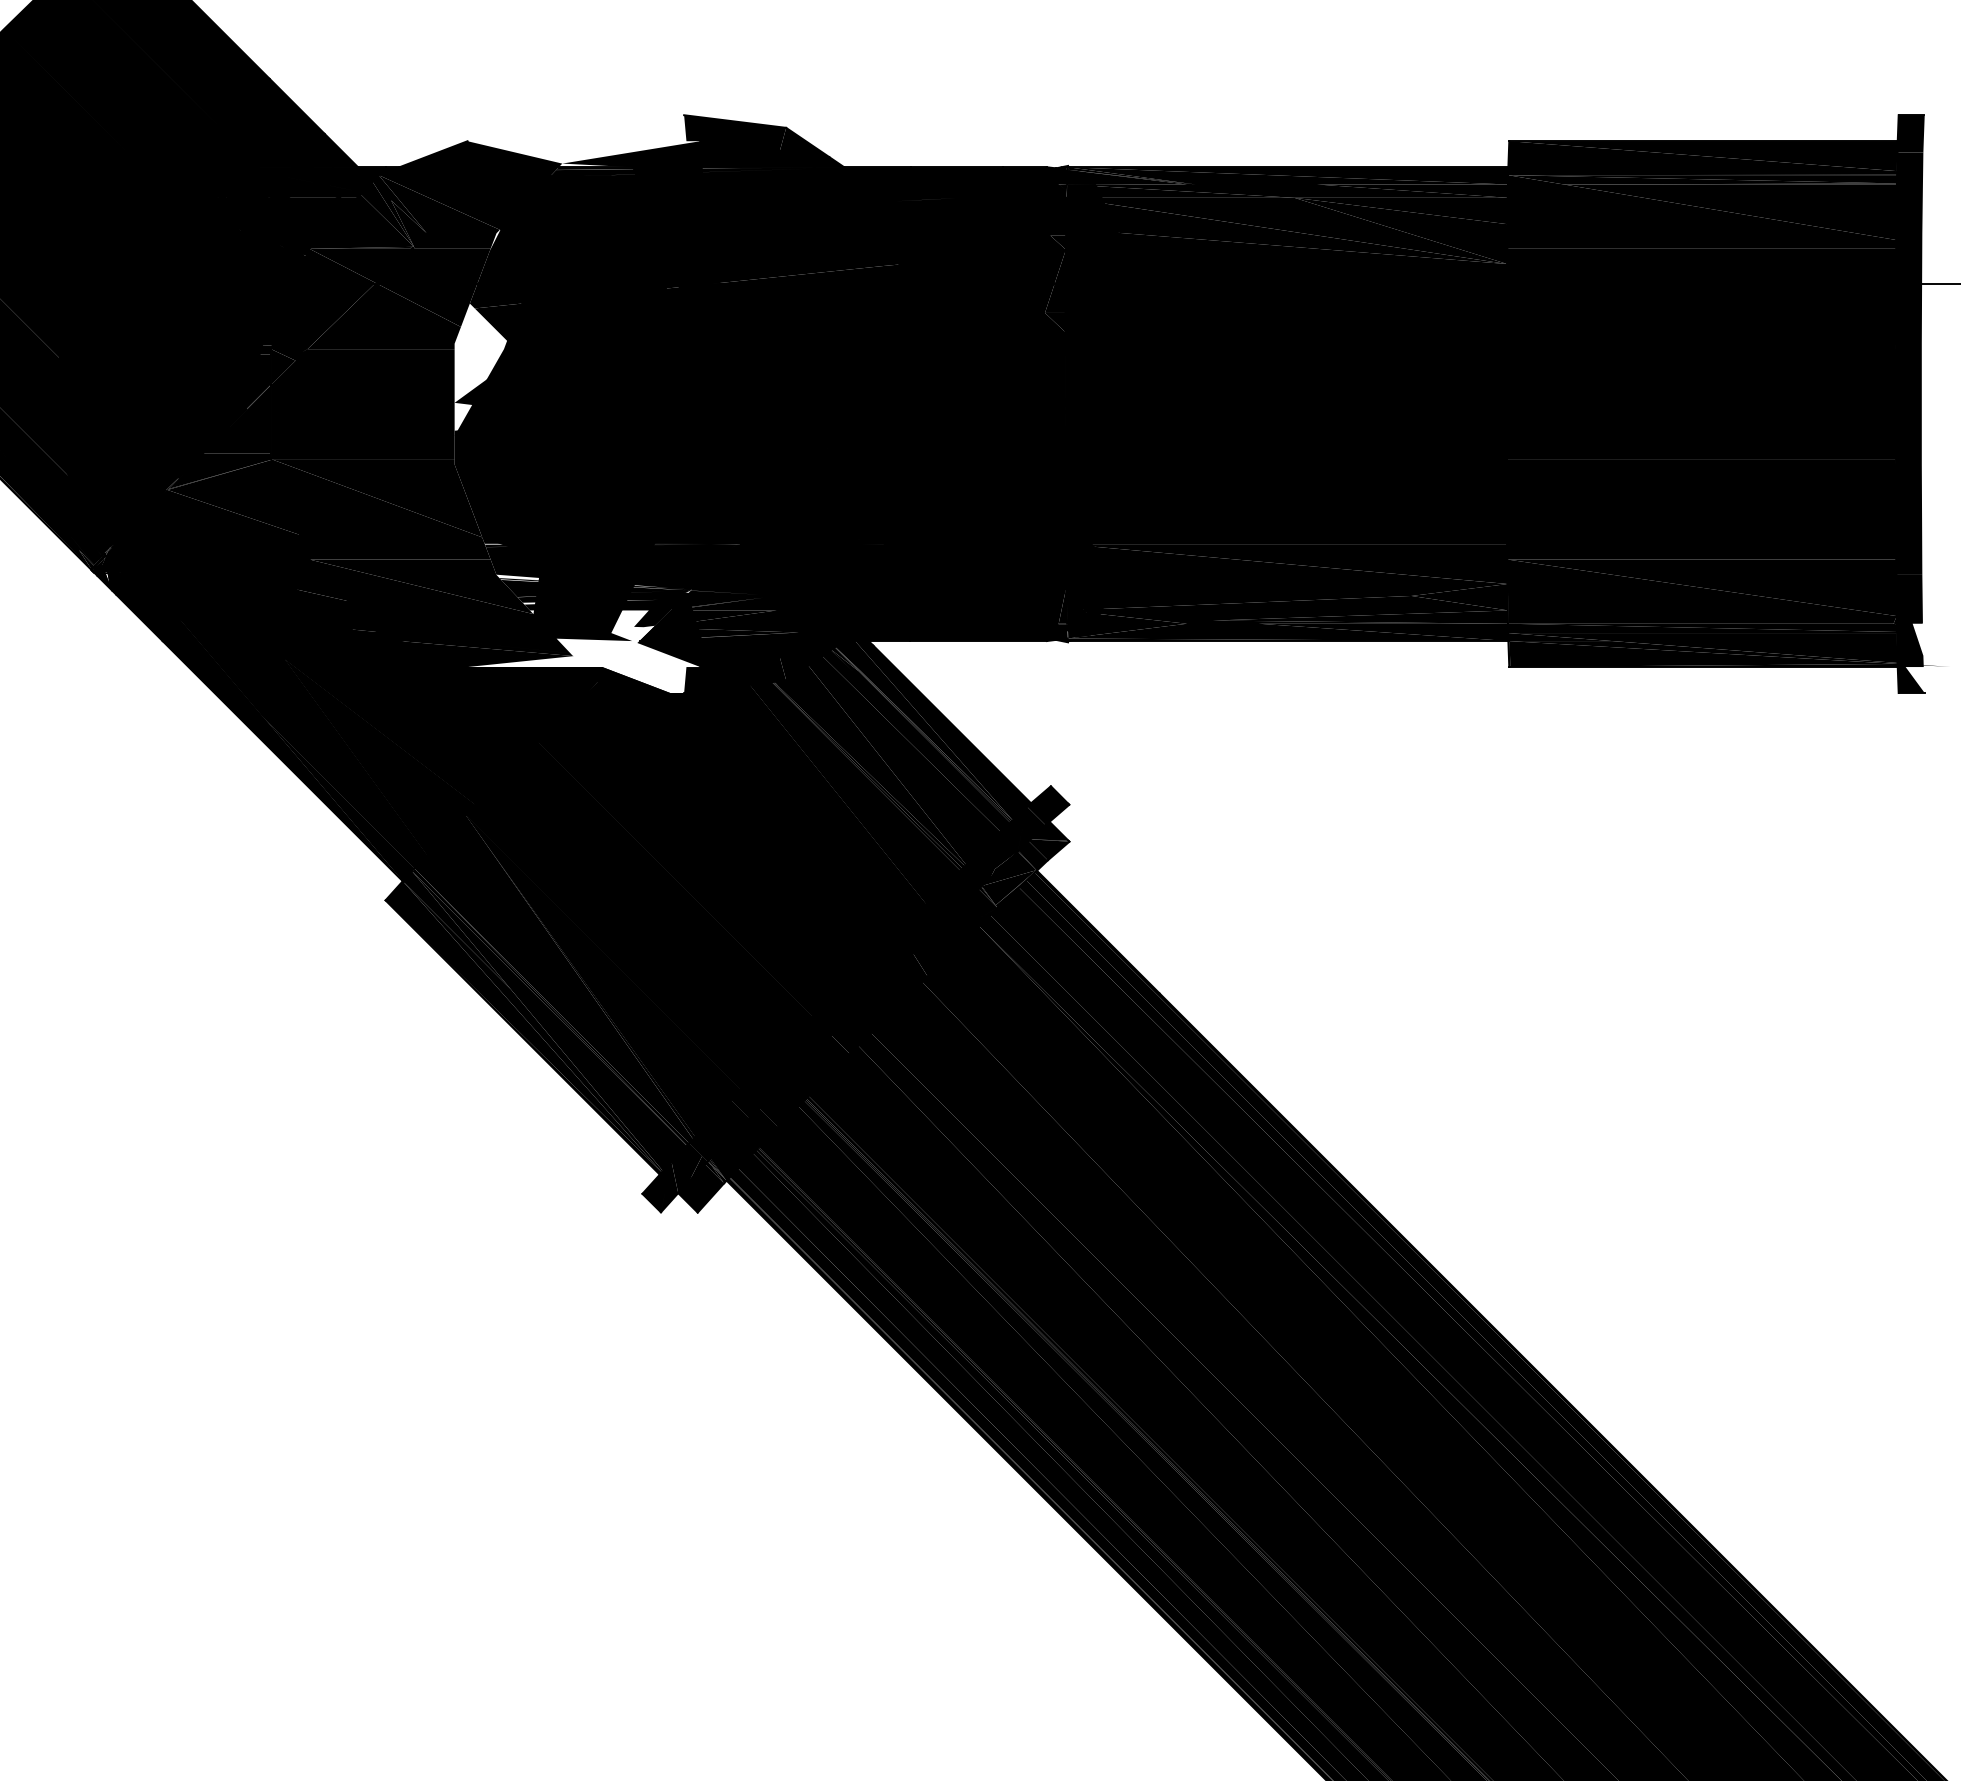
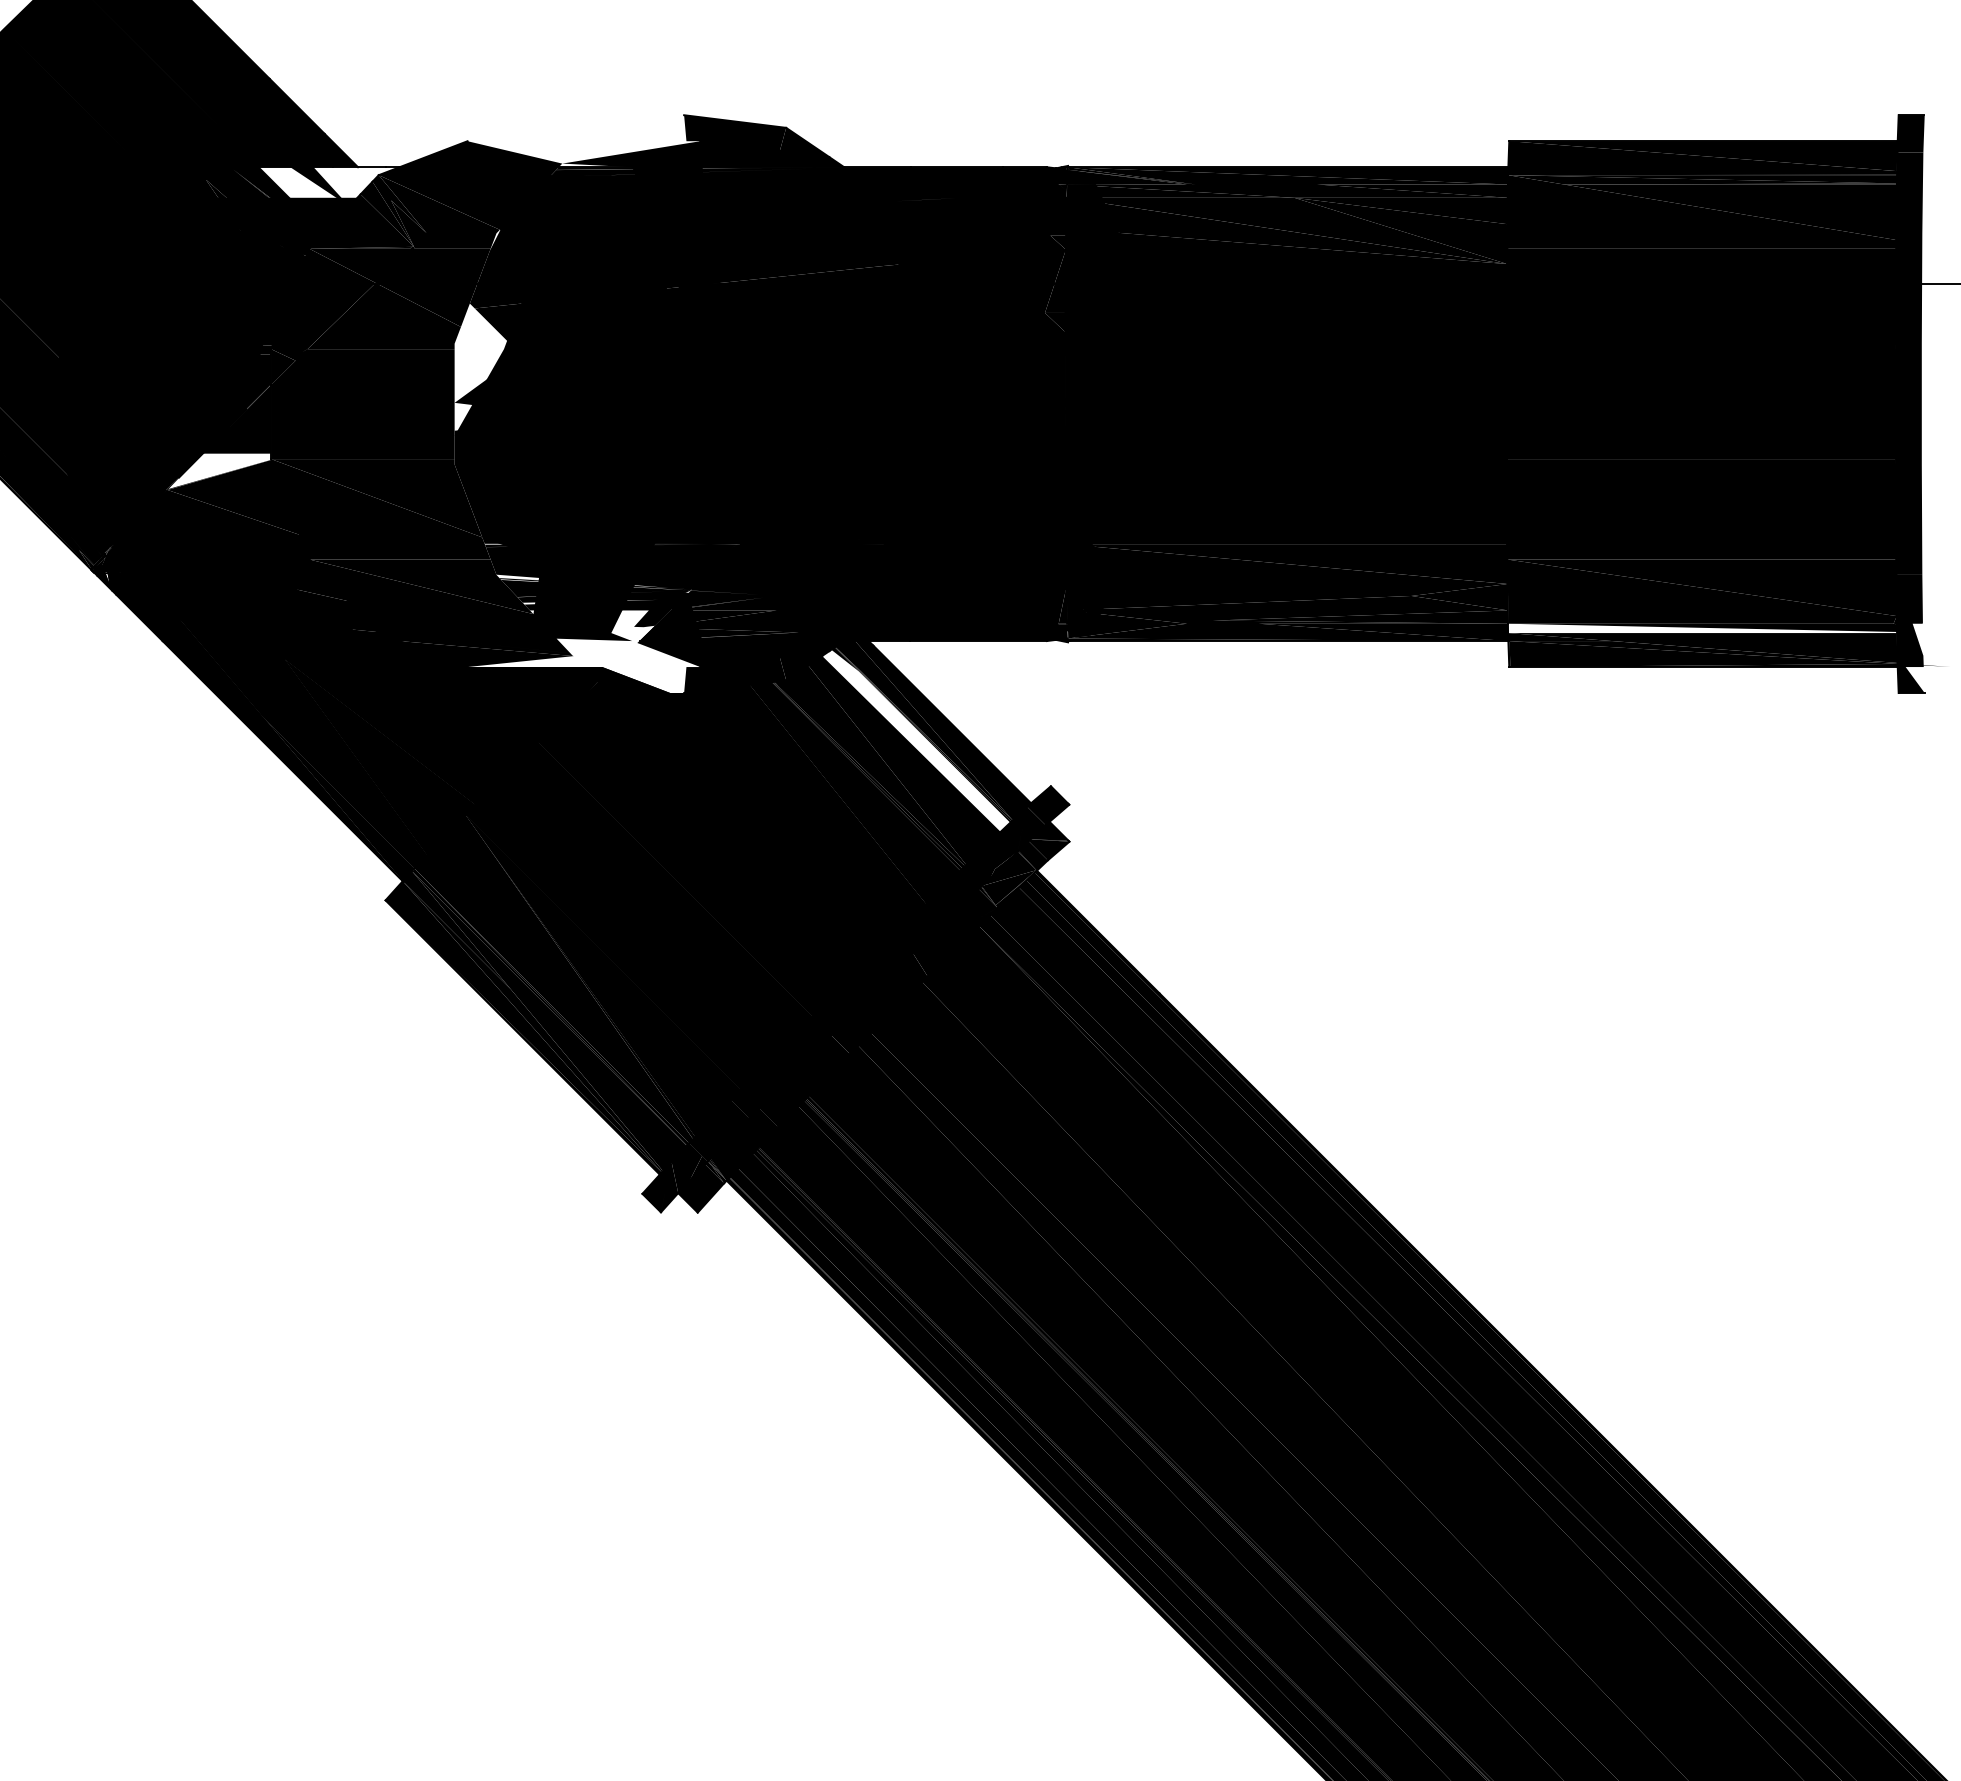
fill at (278, 182): present -> none
fill at (219, 470): present -> none
fill at (1702, 628): present -> none
fill at (916, 740): present -> none
